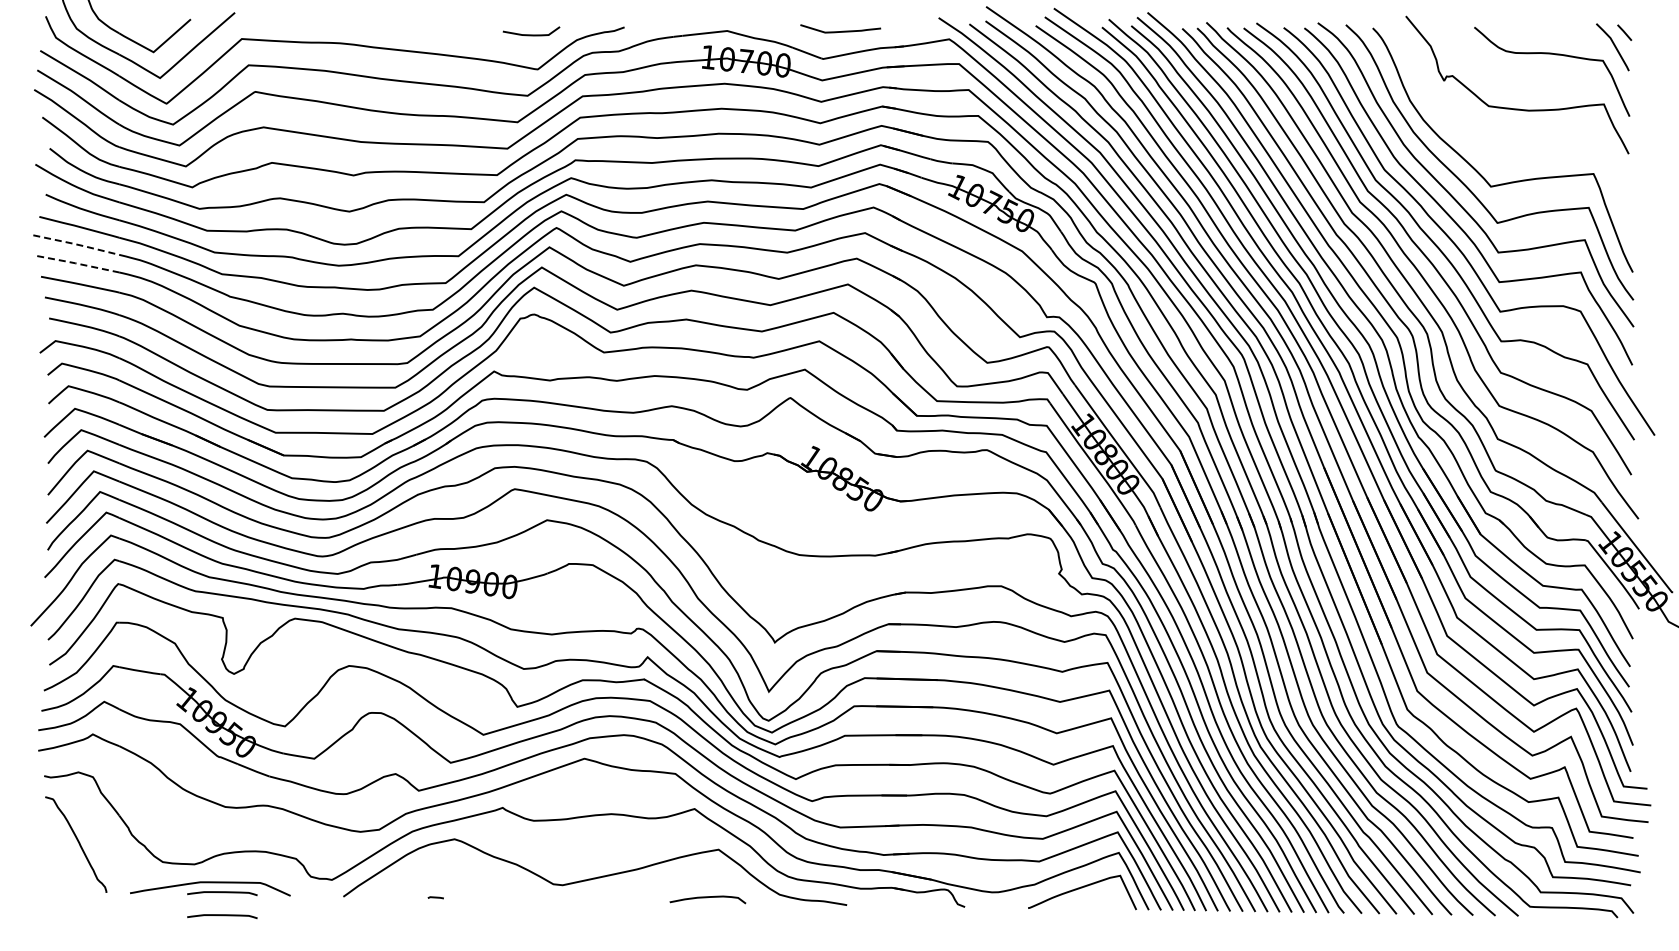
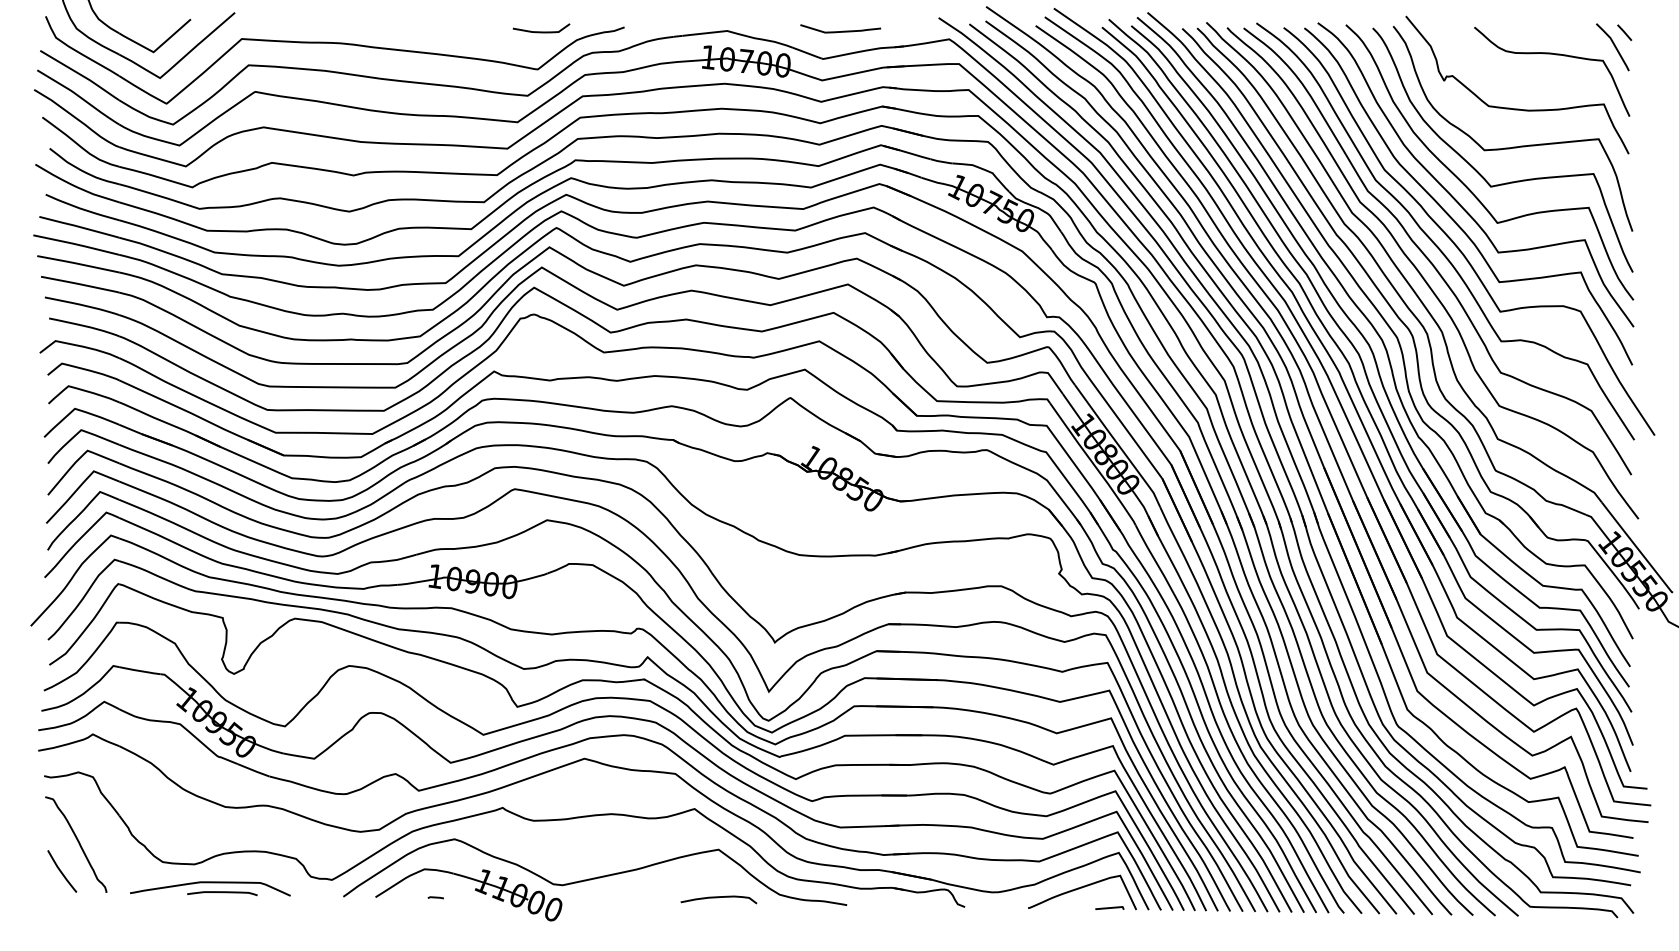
curve at (531, 34) position: (531, 34) -> (541, 31)
curve at (1513, 146): none -> present
line at (77, 244): dashed -> solid
line at (77, 263): dashed -> solid
curve at (61, 871): none -> present
part at (474, 890): none -> present
curve at (707, 898) position: (707, 898) -> (718, 898)
line at (1109, 907): none -> present
curve at (222, 916): present -> none
